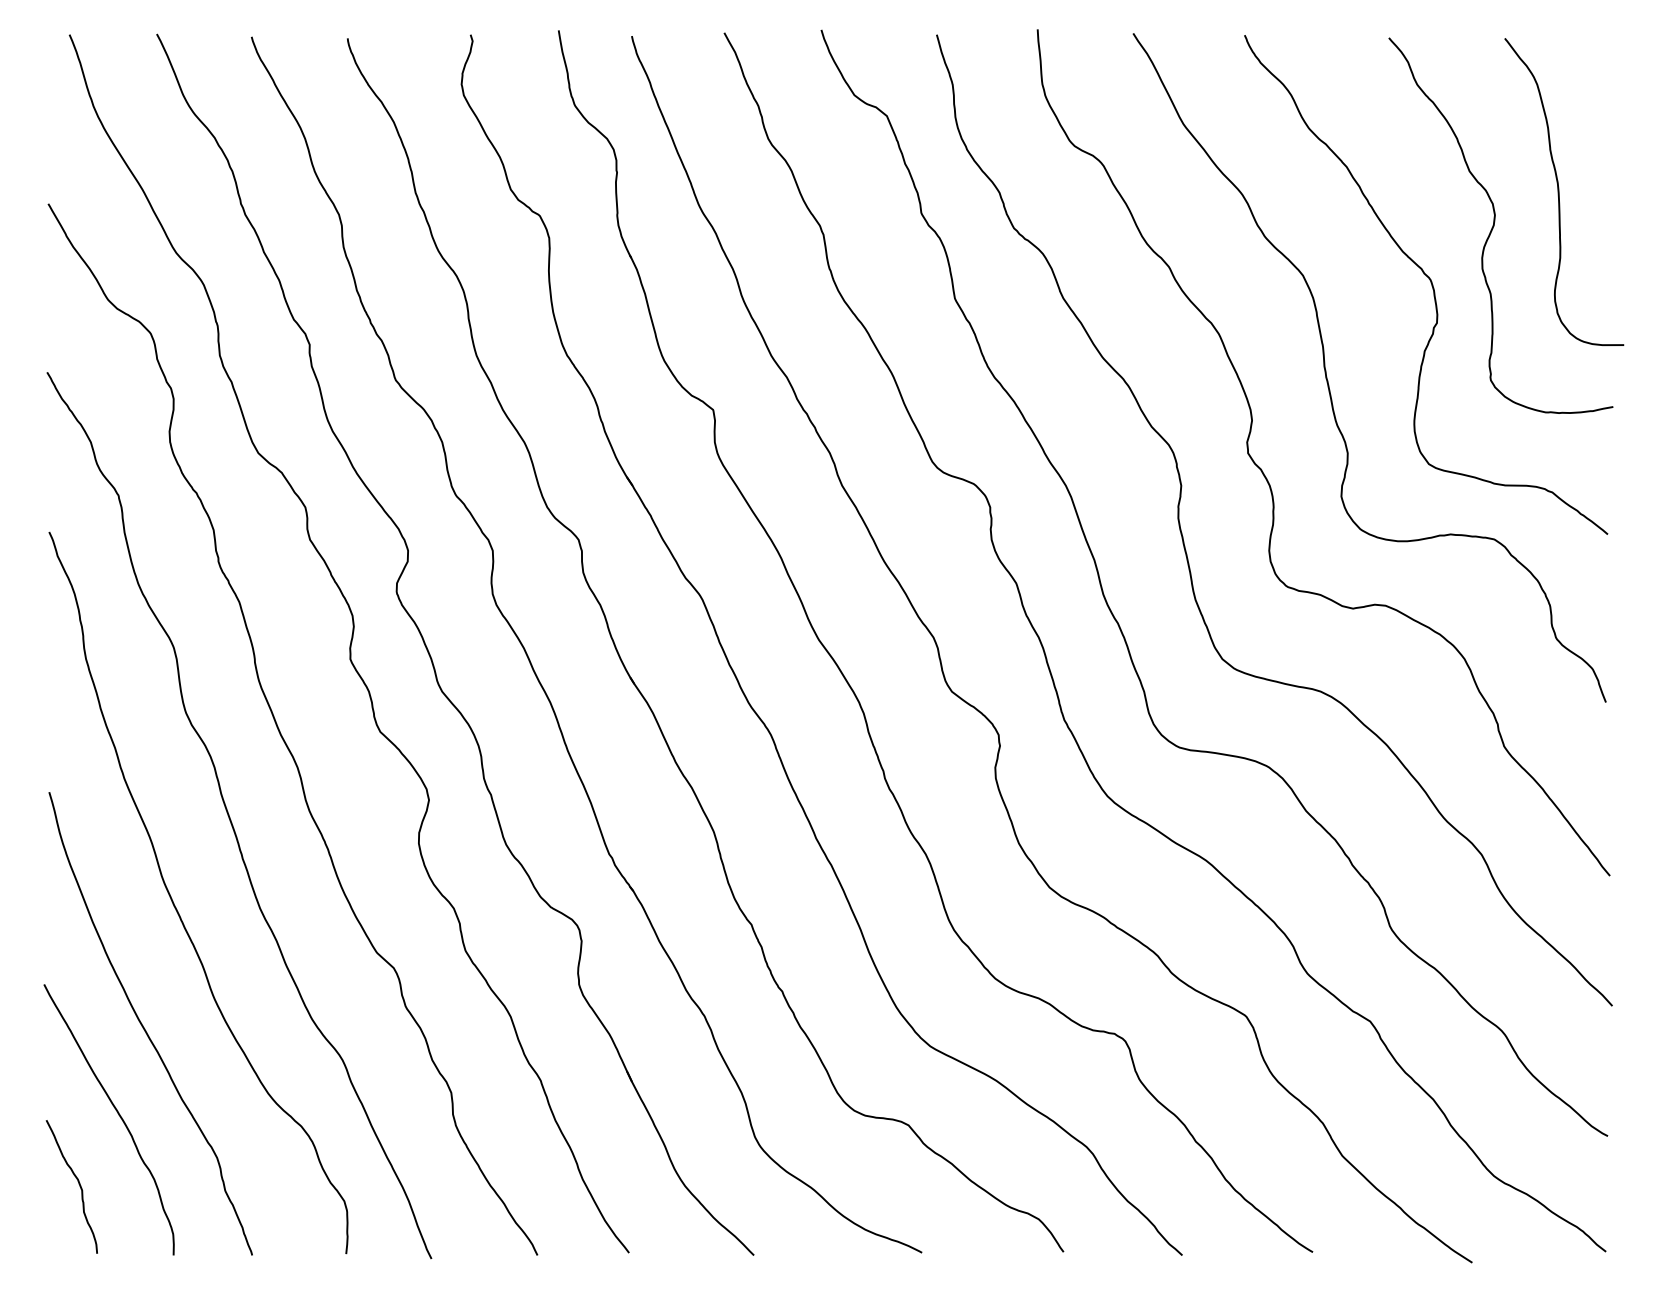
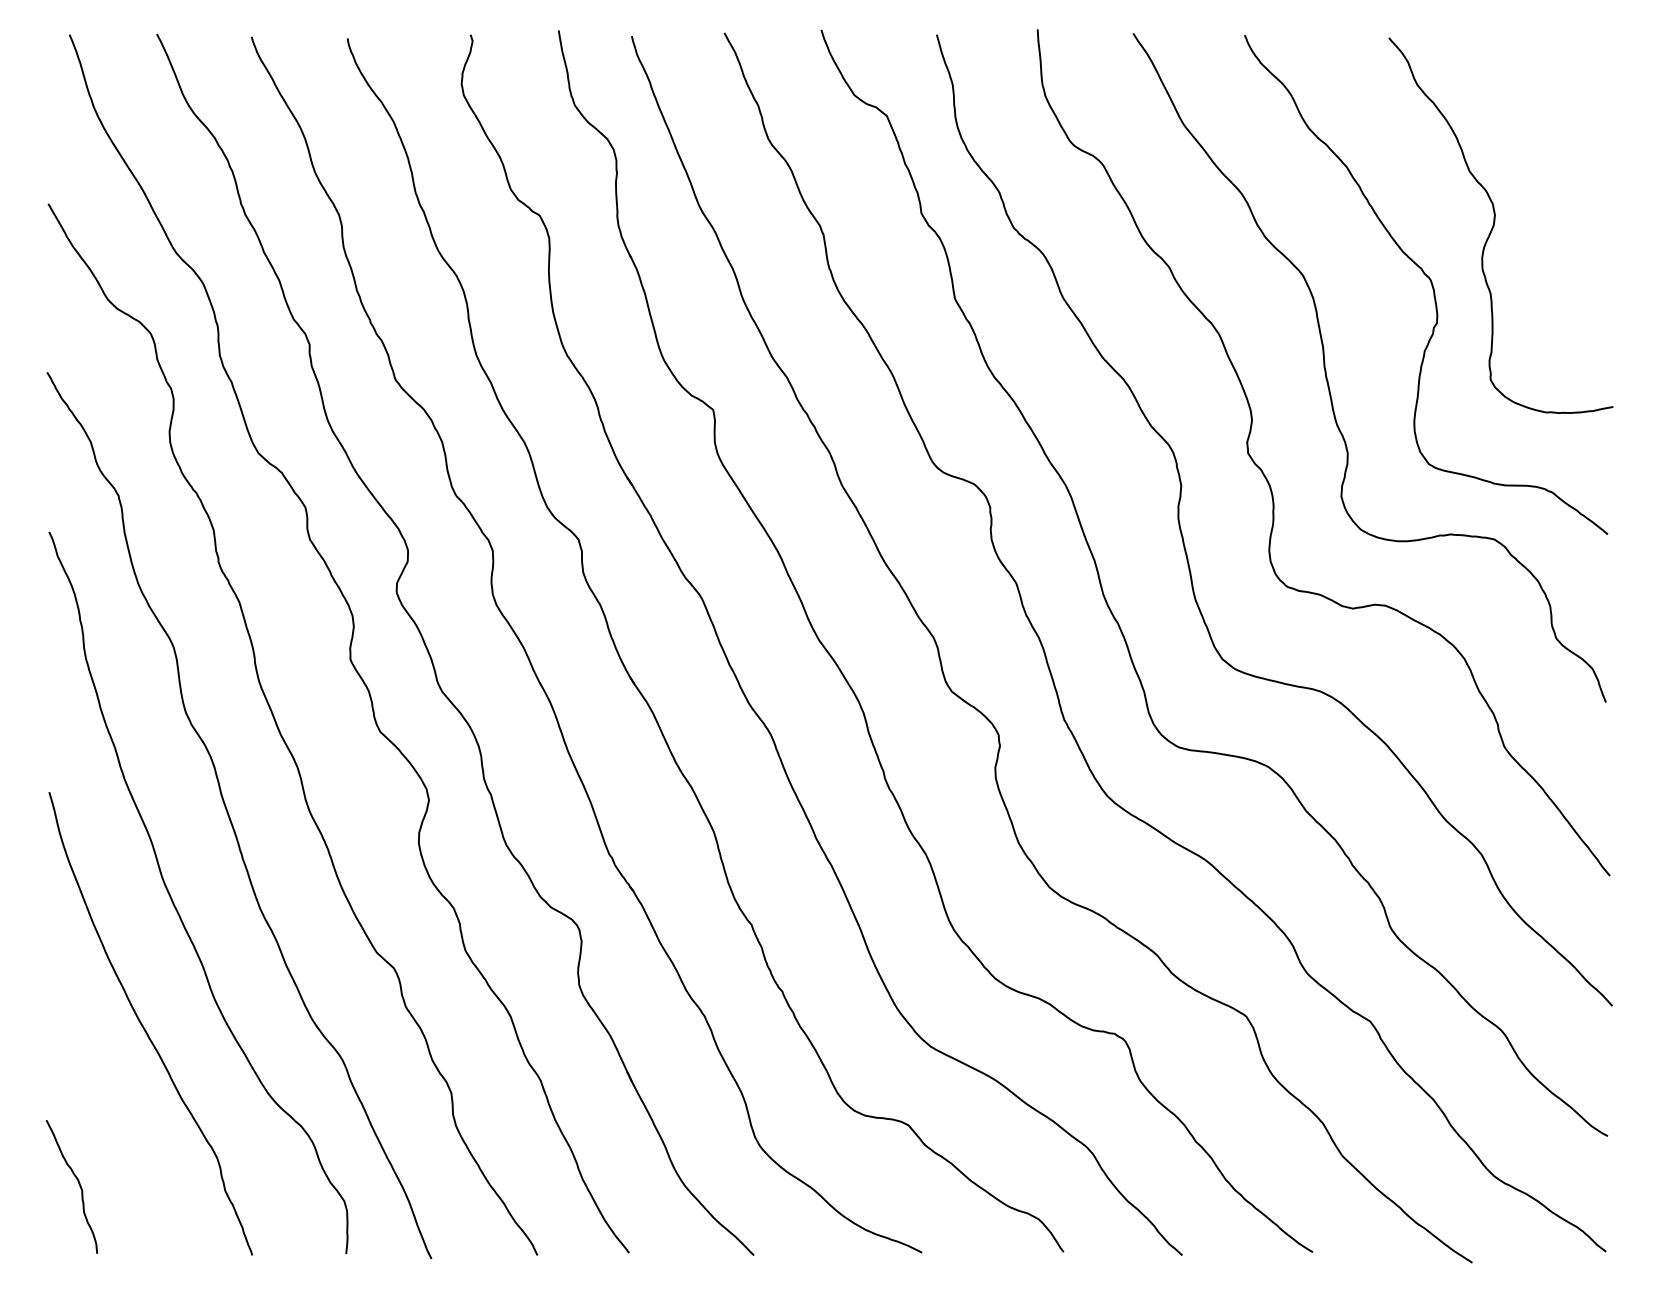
curve at (1559, 191): present -> none
curve at (118, 1115): present -> none
